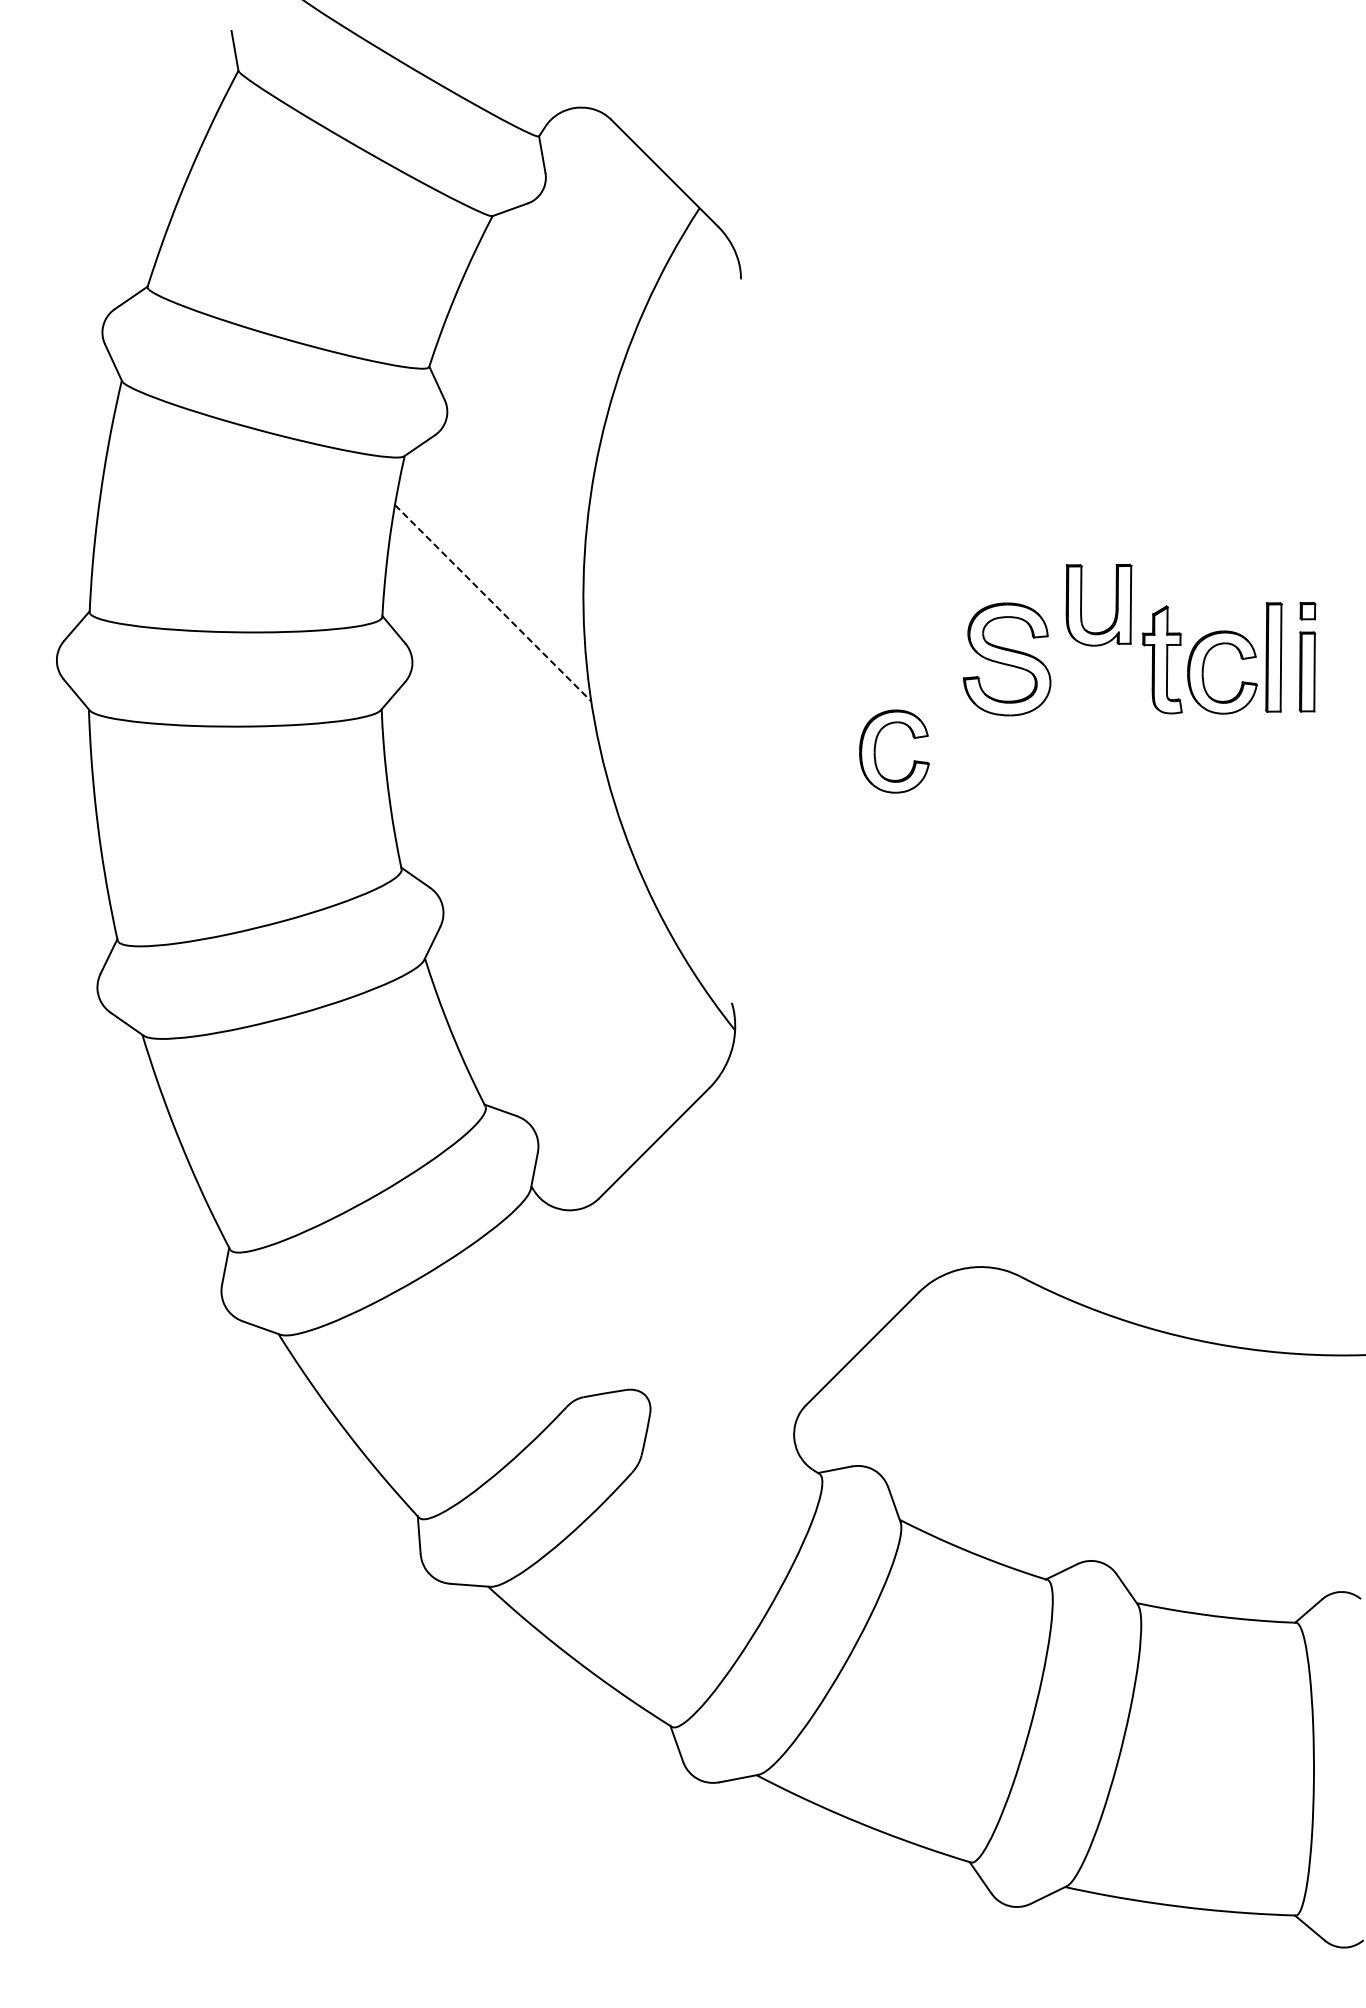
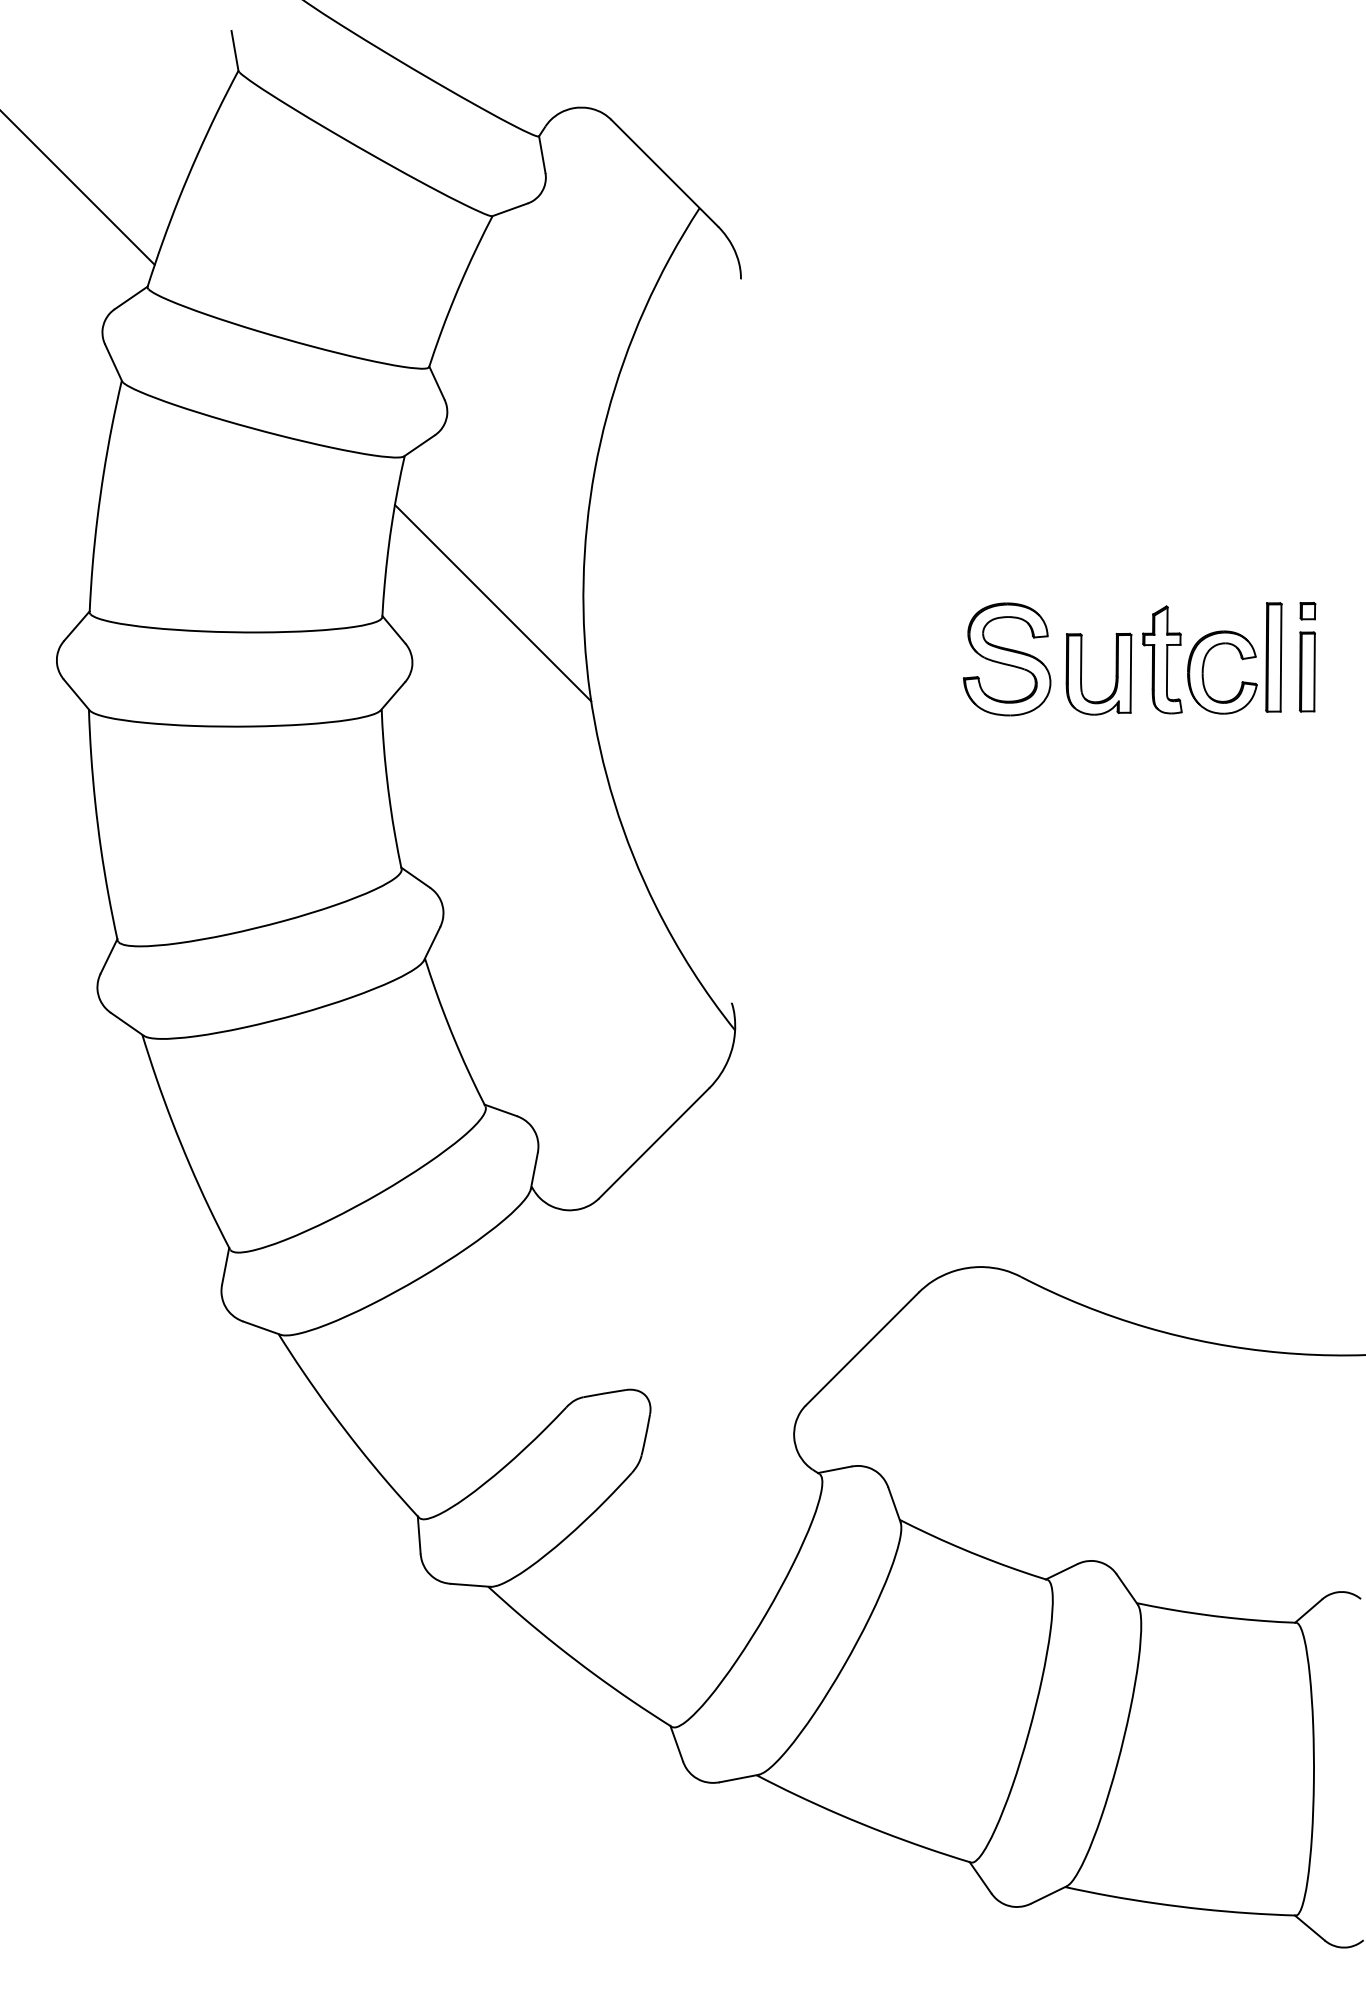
line at (78, 188): none -> present
line at (493, 603): dashed -> solid
part at (1081, 604) position: (1081, 604) -> (1081, 673)
part at (876, 745): present -> none
